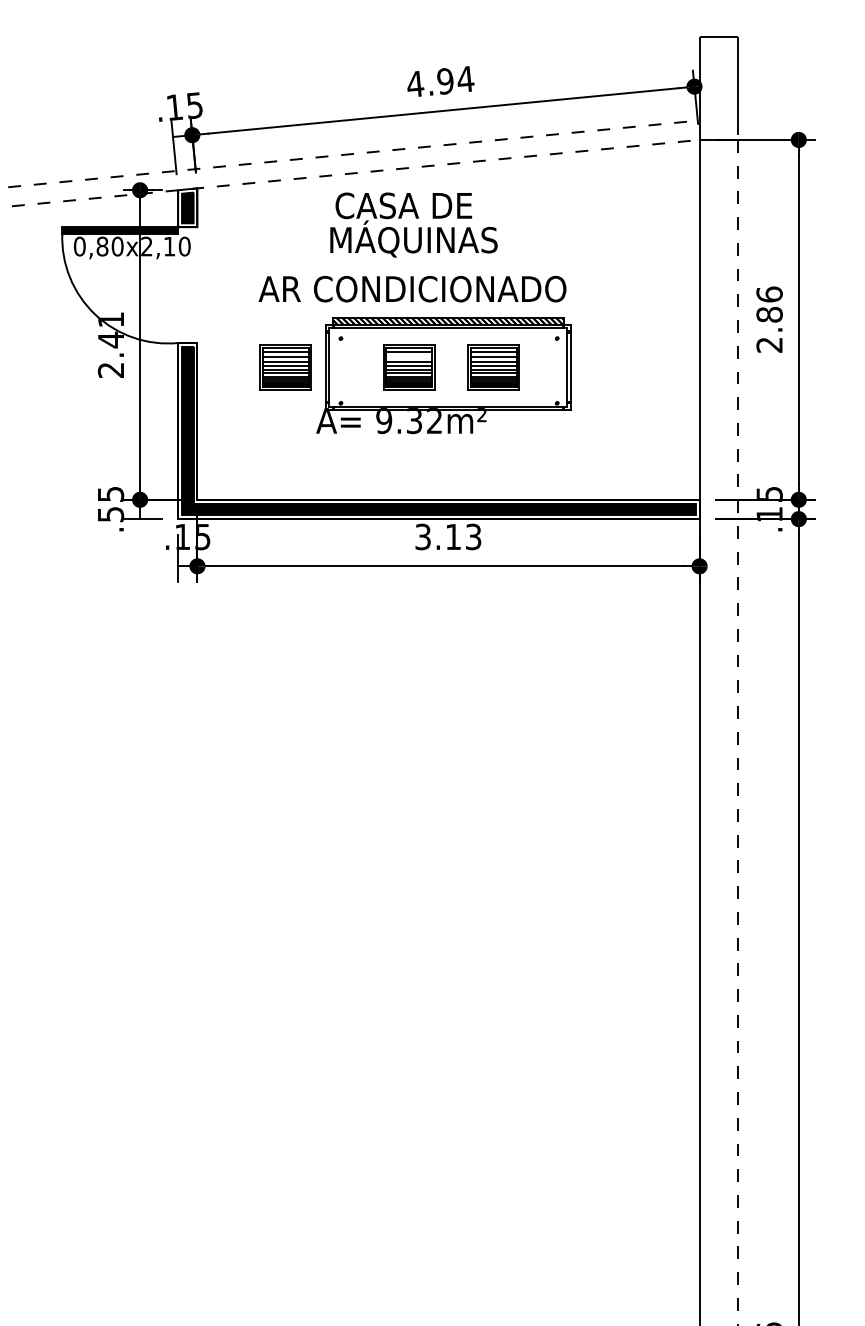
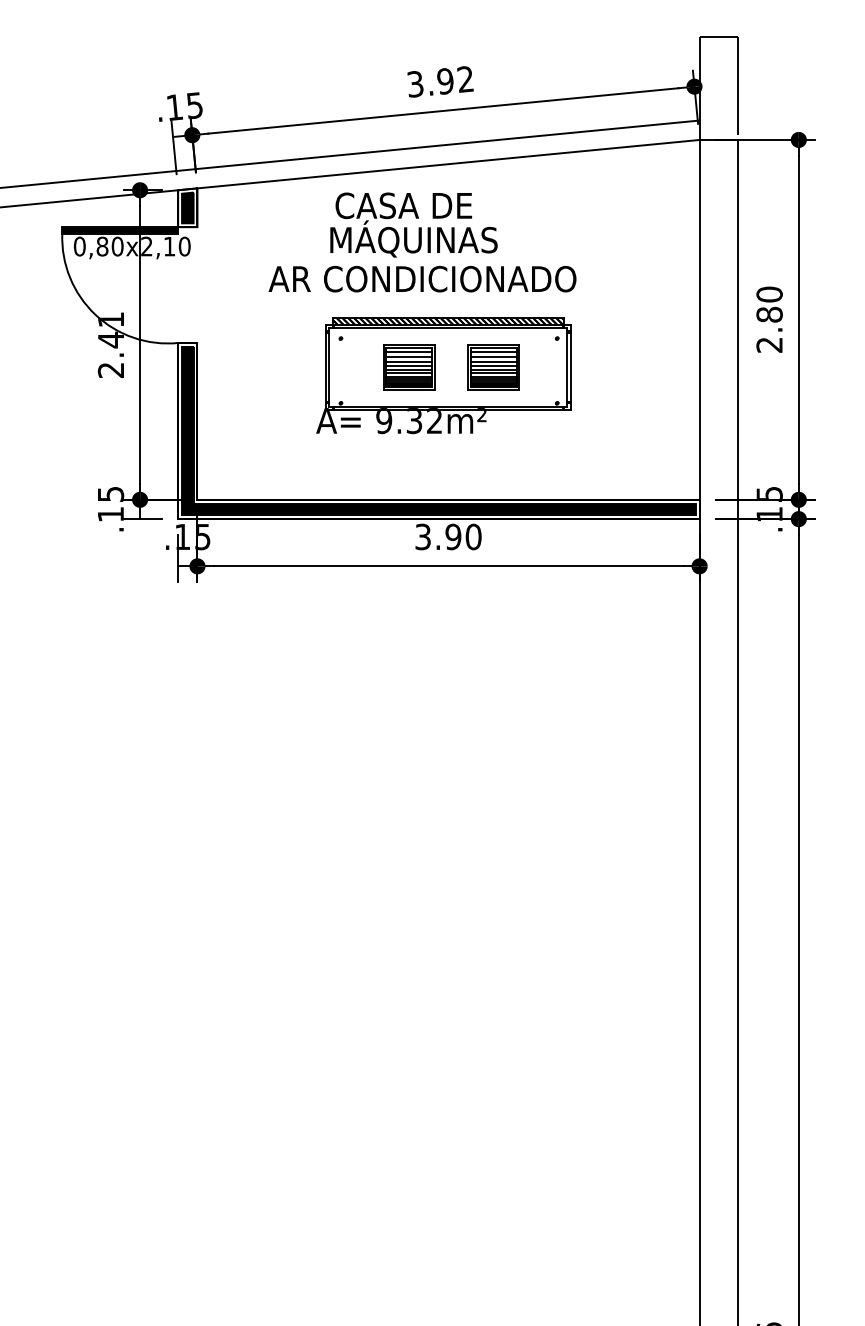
text at (440, 81): 4.94 -> 3.92
line at (350, 154): dashed -> solid
line at (350, 173): dashed -> solid
text at (412, 288) position: (412, 288) -> (422, 278)
text at (769, 294): 2.86 -> 2.80
line at (408, 357): none -> present
part at (285, 367): present -> none
text at (111, 514): .55 -> .15
text at (463, 536): 3.13 -> 3.90
line at (738, 732): dashed -> solid
